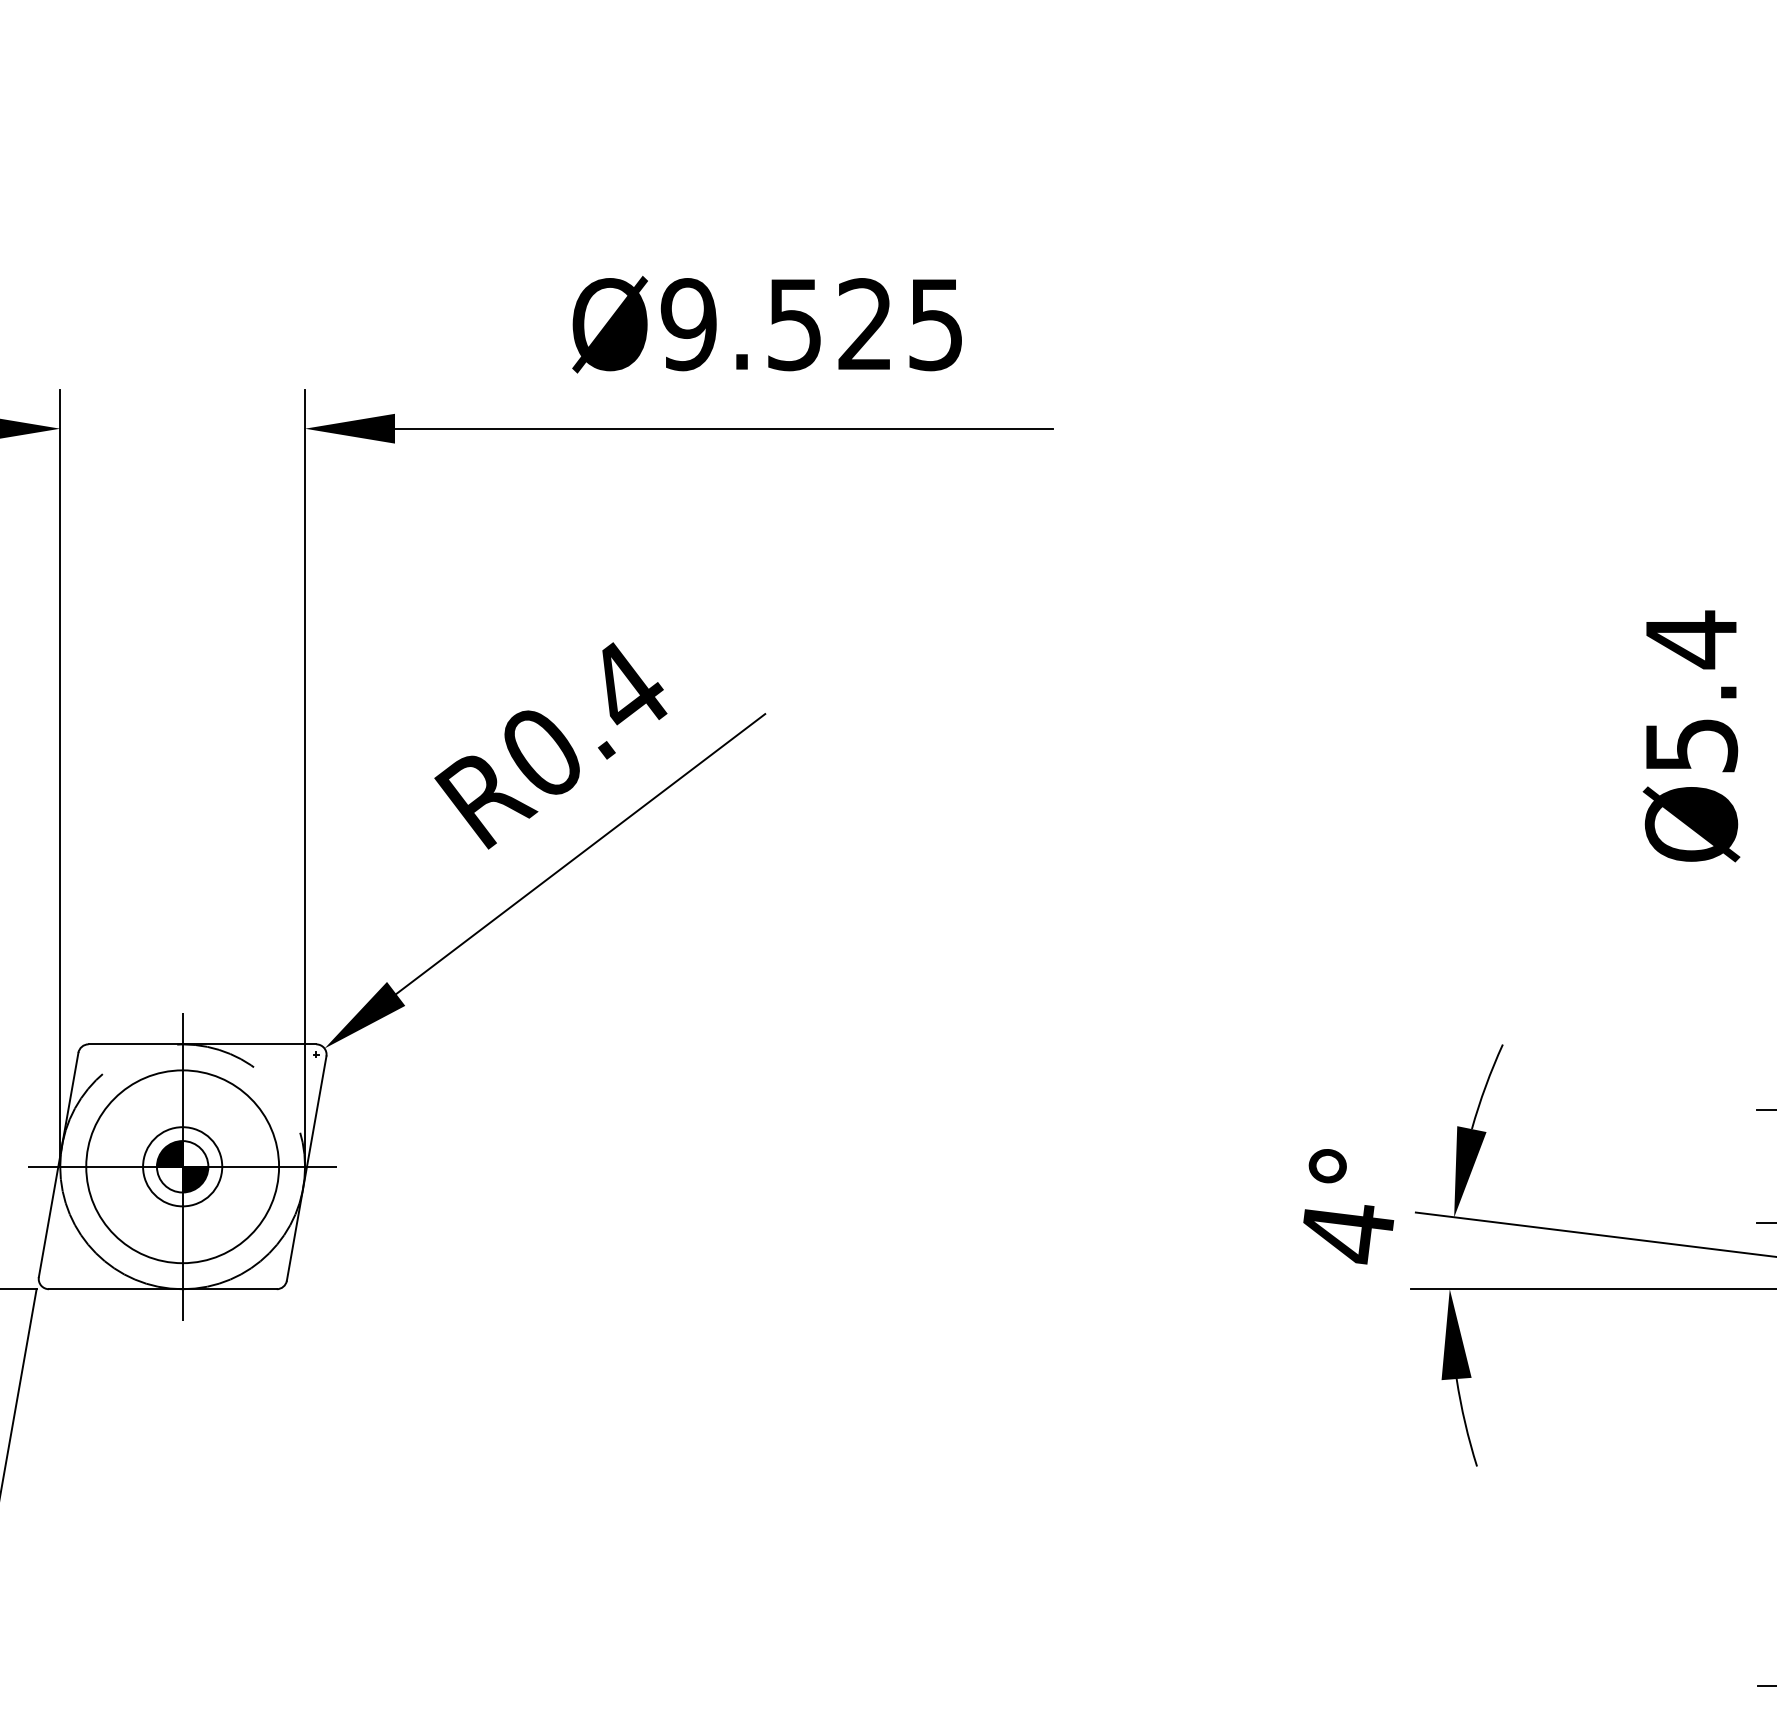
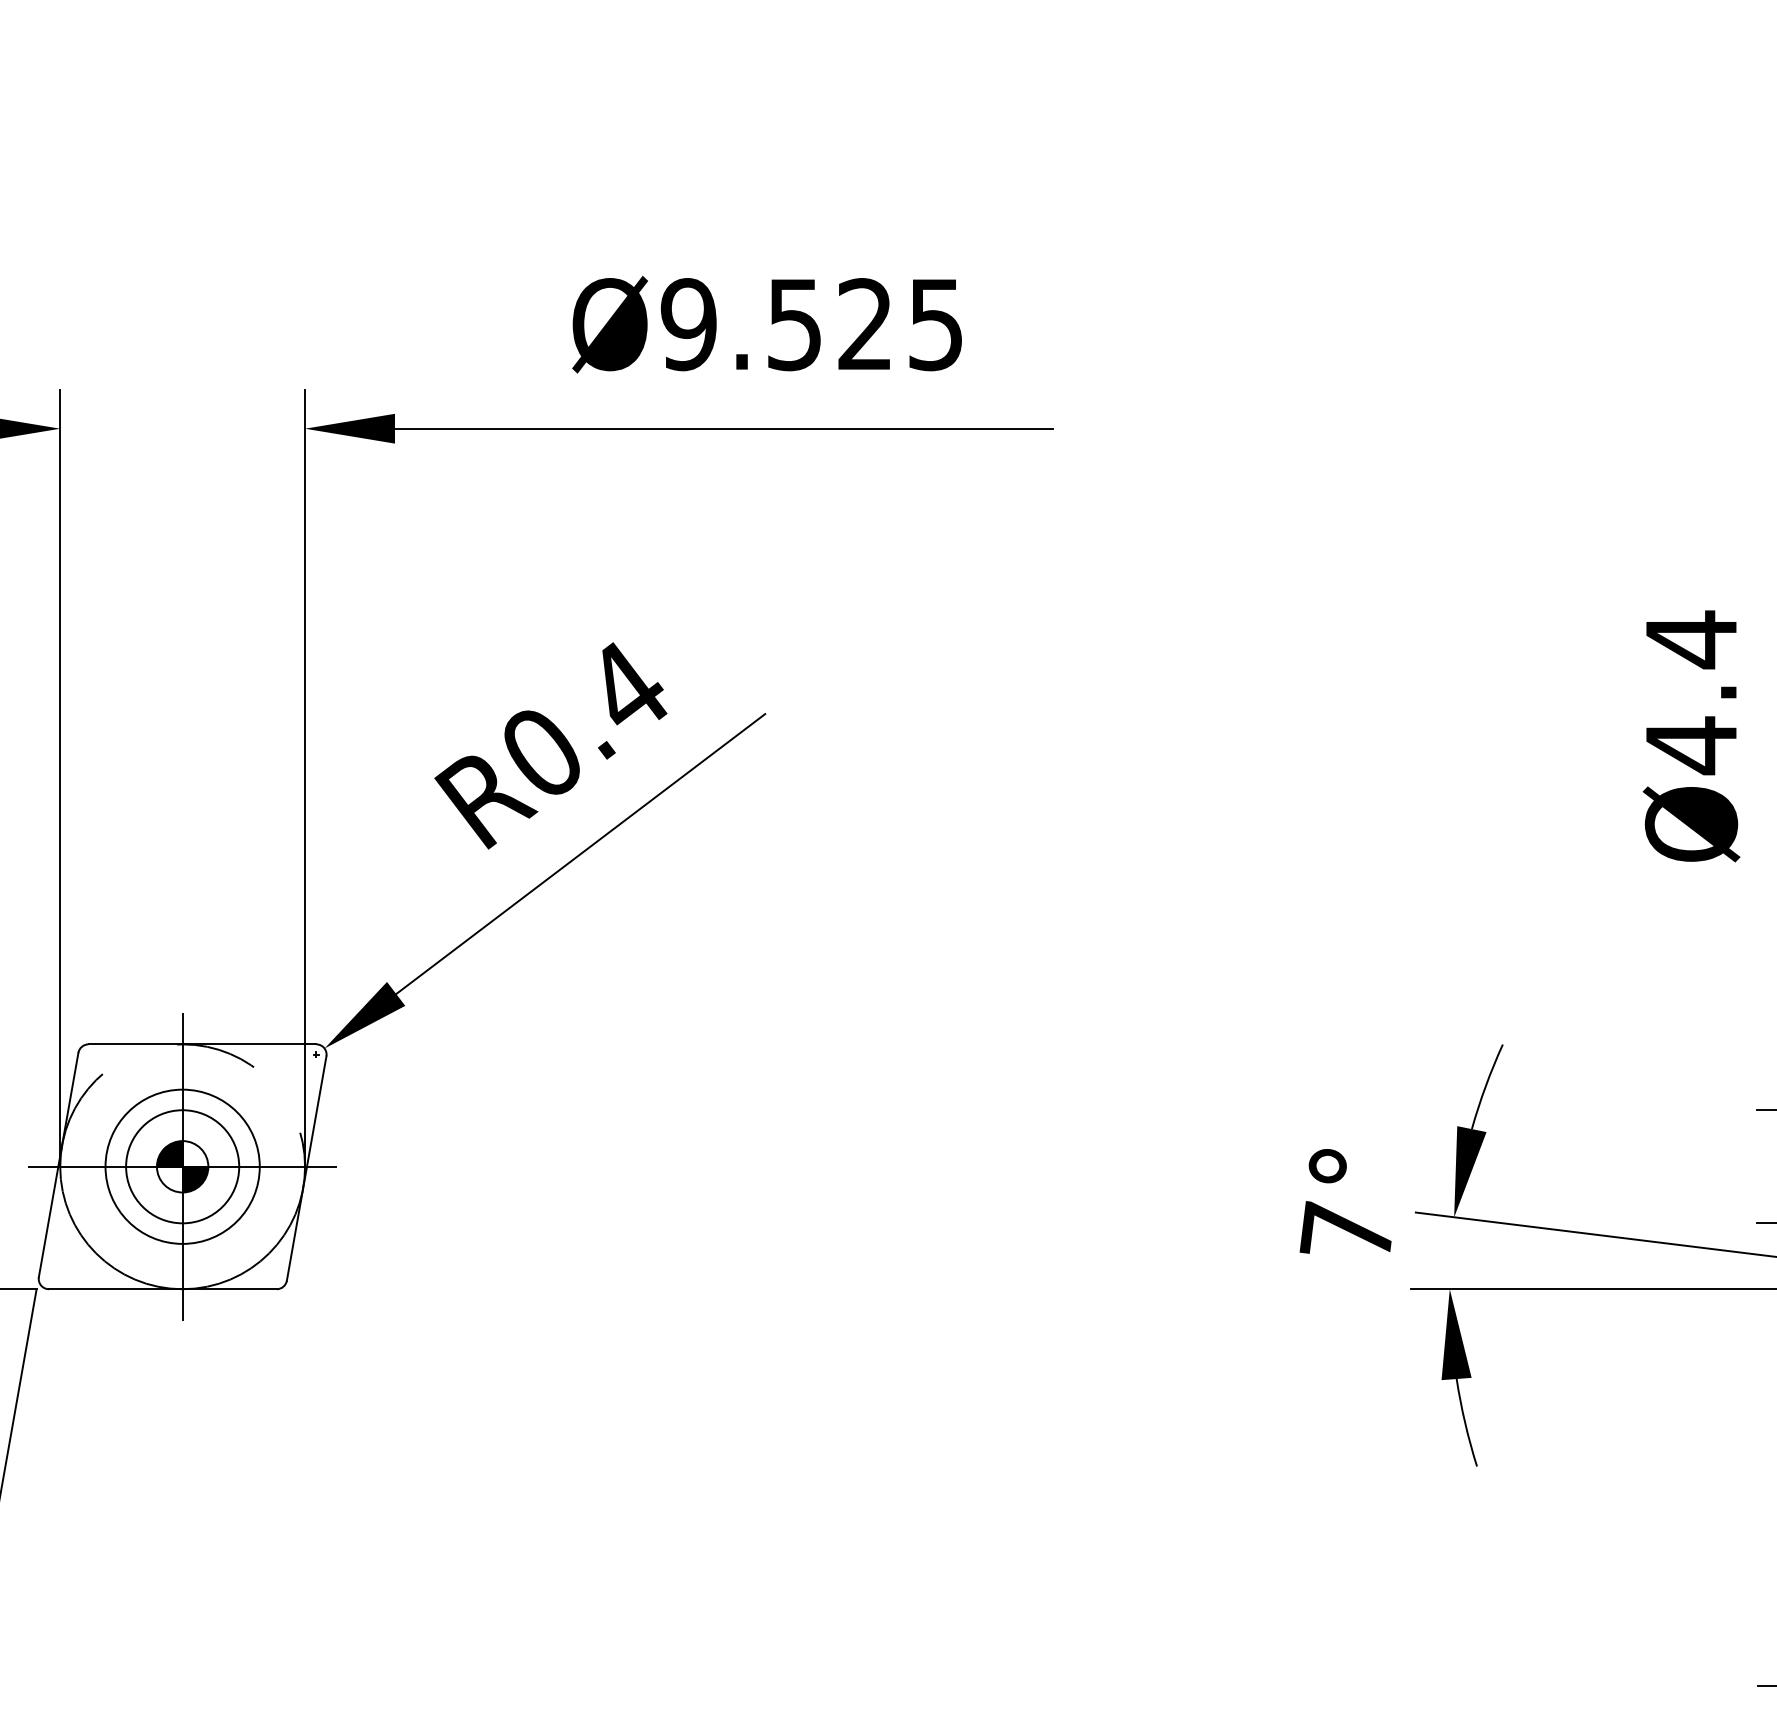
text at (1692, 745): Ø5.4 -> Ø4.4
circle at (182, 1166) diameter: 193 px -> 154 px
circle at (182, 1166) diameter: 79 px -> 113 px
text at (1346, 1232): 4° -> 7°
